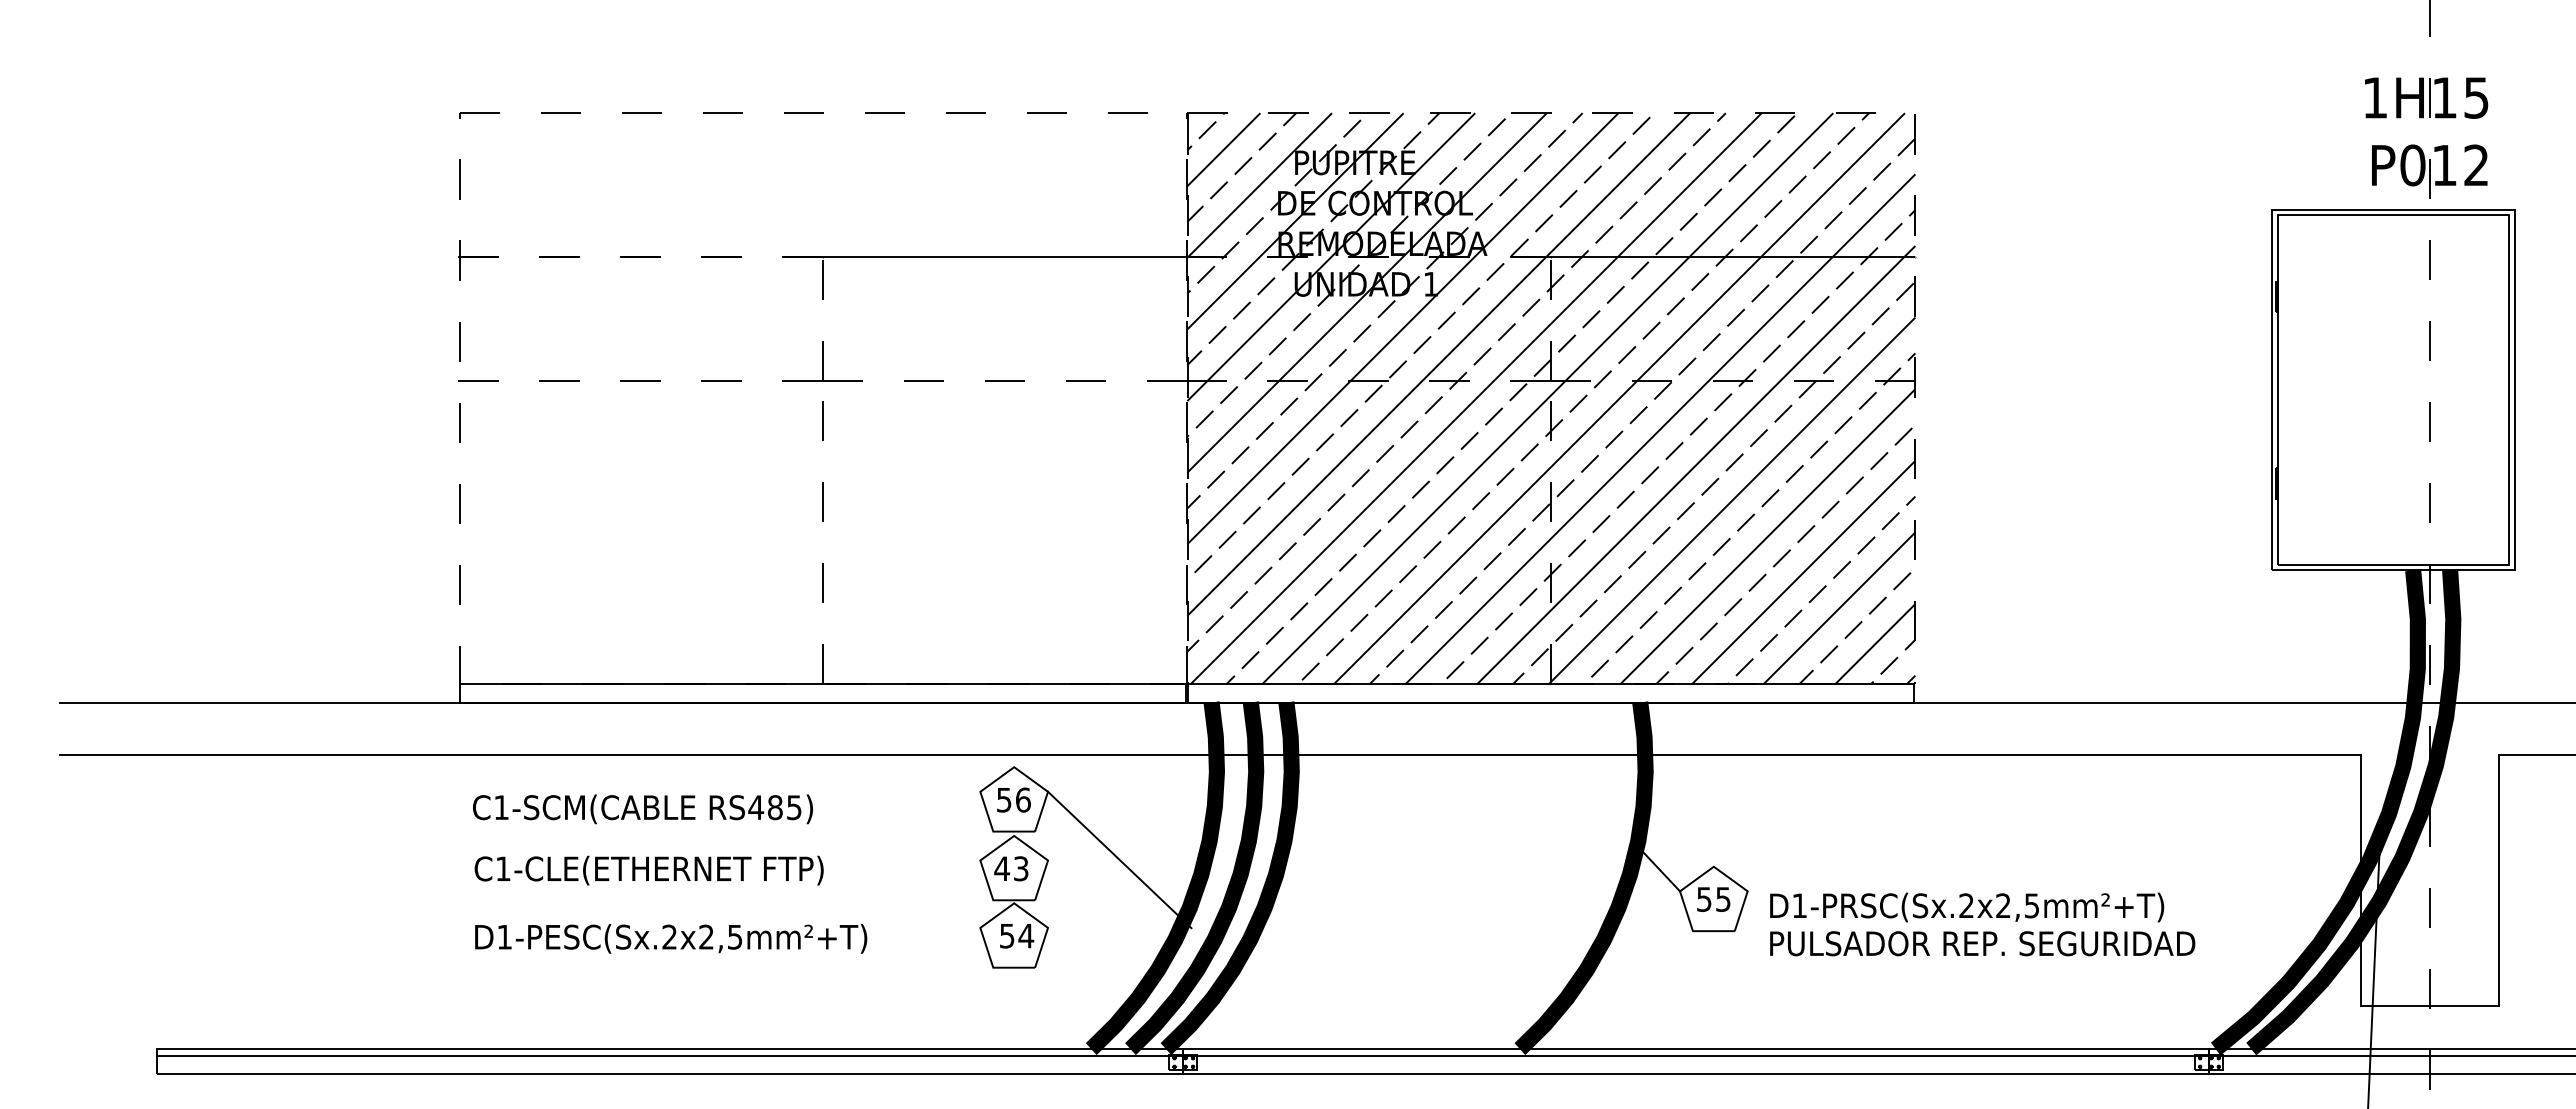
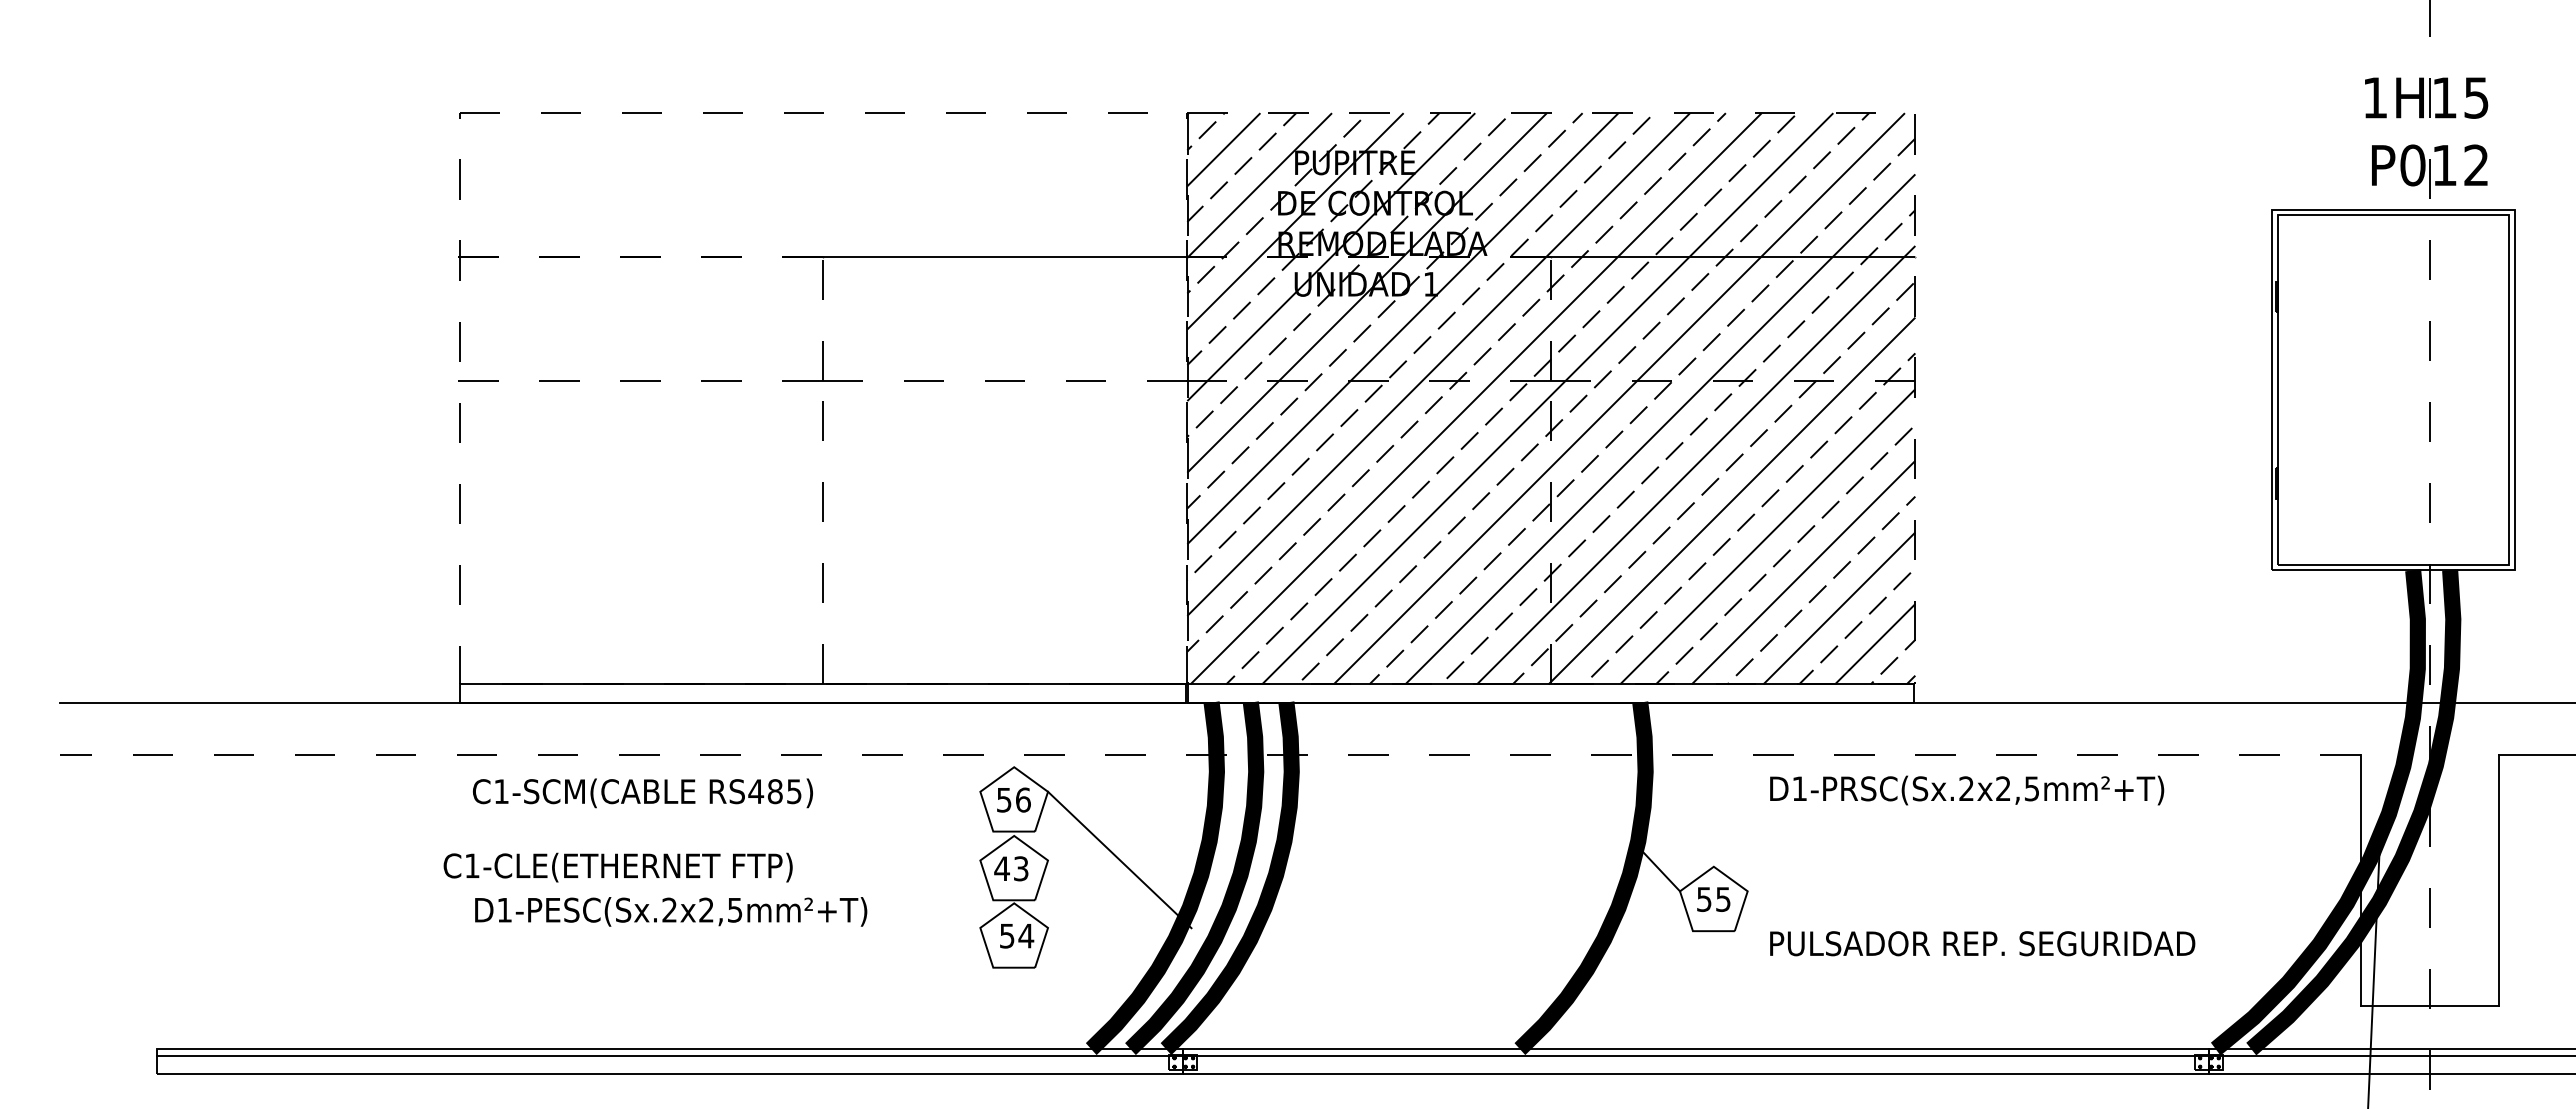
line at (1210, 755): solid -> dashed
text at (642, 809) position: (642, 809) -> (642, 793)
text at (648, 870) position: (648, 870) -> (617, 867)
text at (1967, 907) position: (1967, 907) -> (1967, 790)
text at (671, 938) position: (671, 938) -> (671, 911)
